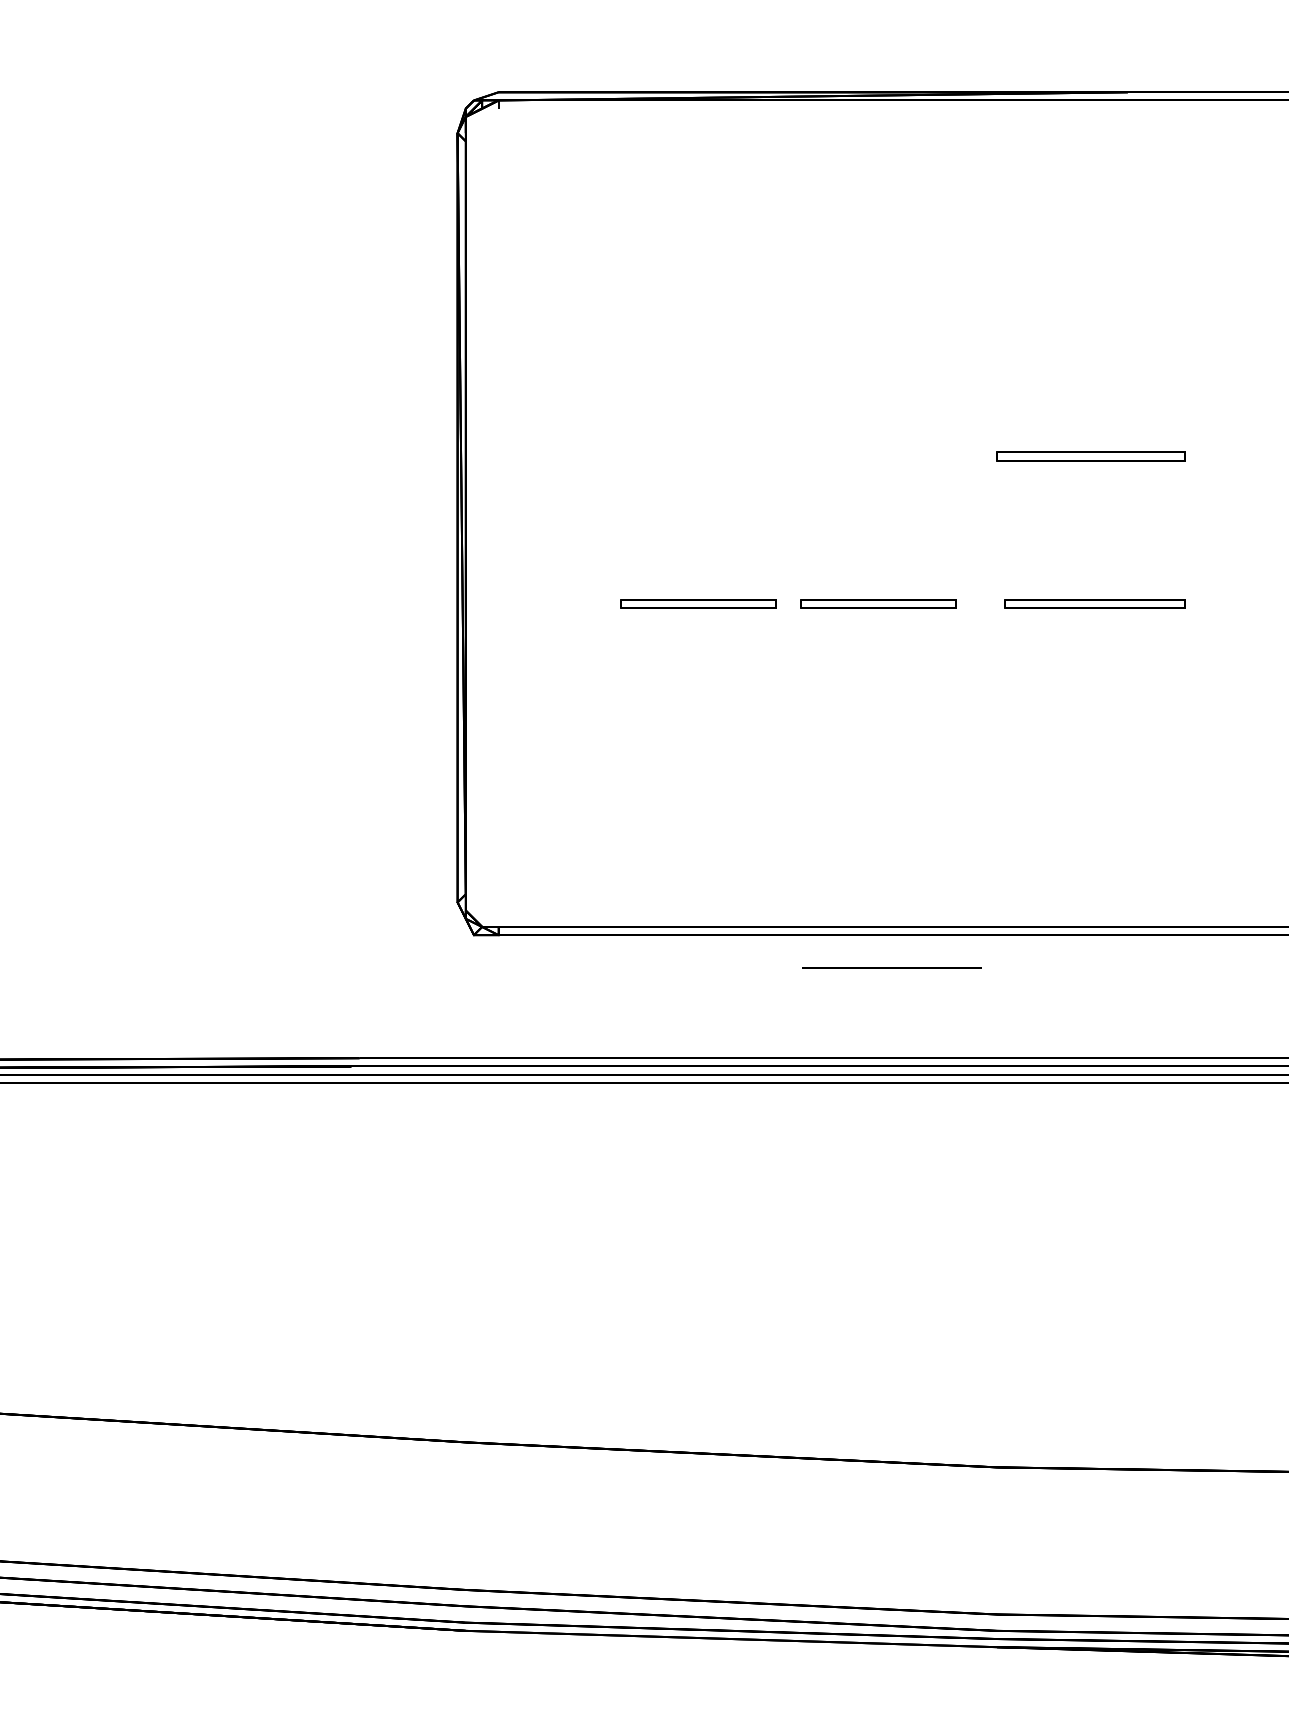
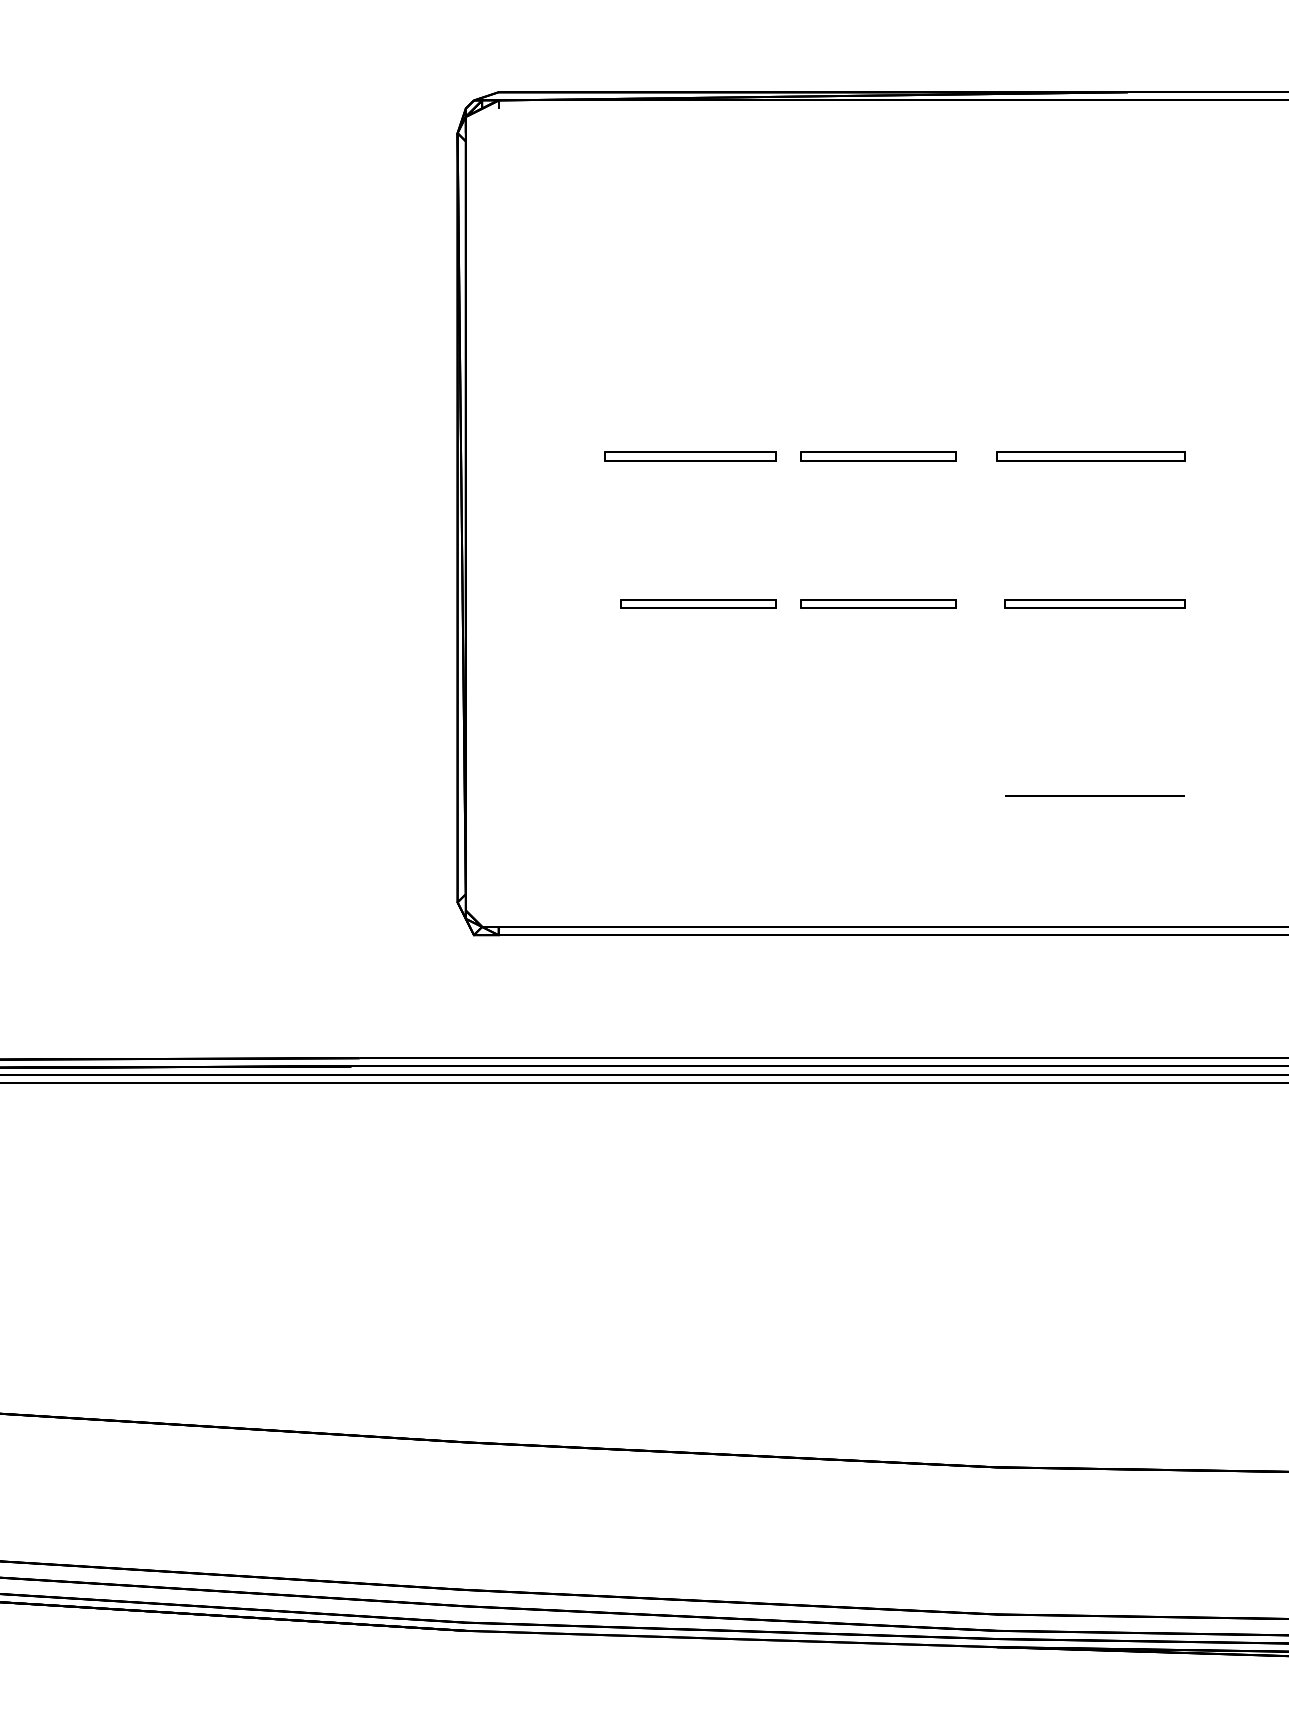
part at (690, 456): none -> present
part at (878, 456): none -> present
line at (891, 967) position: (891, 967) -> (1094, 795)
